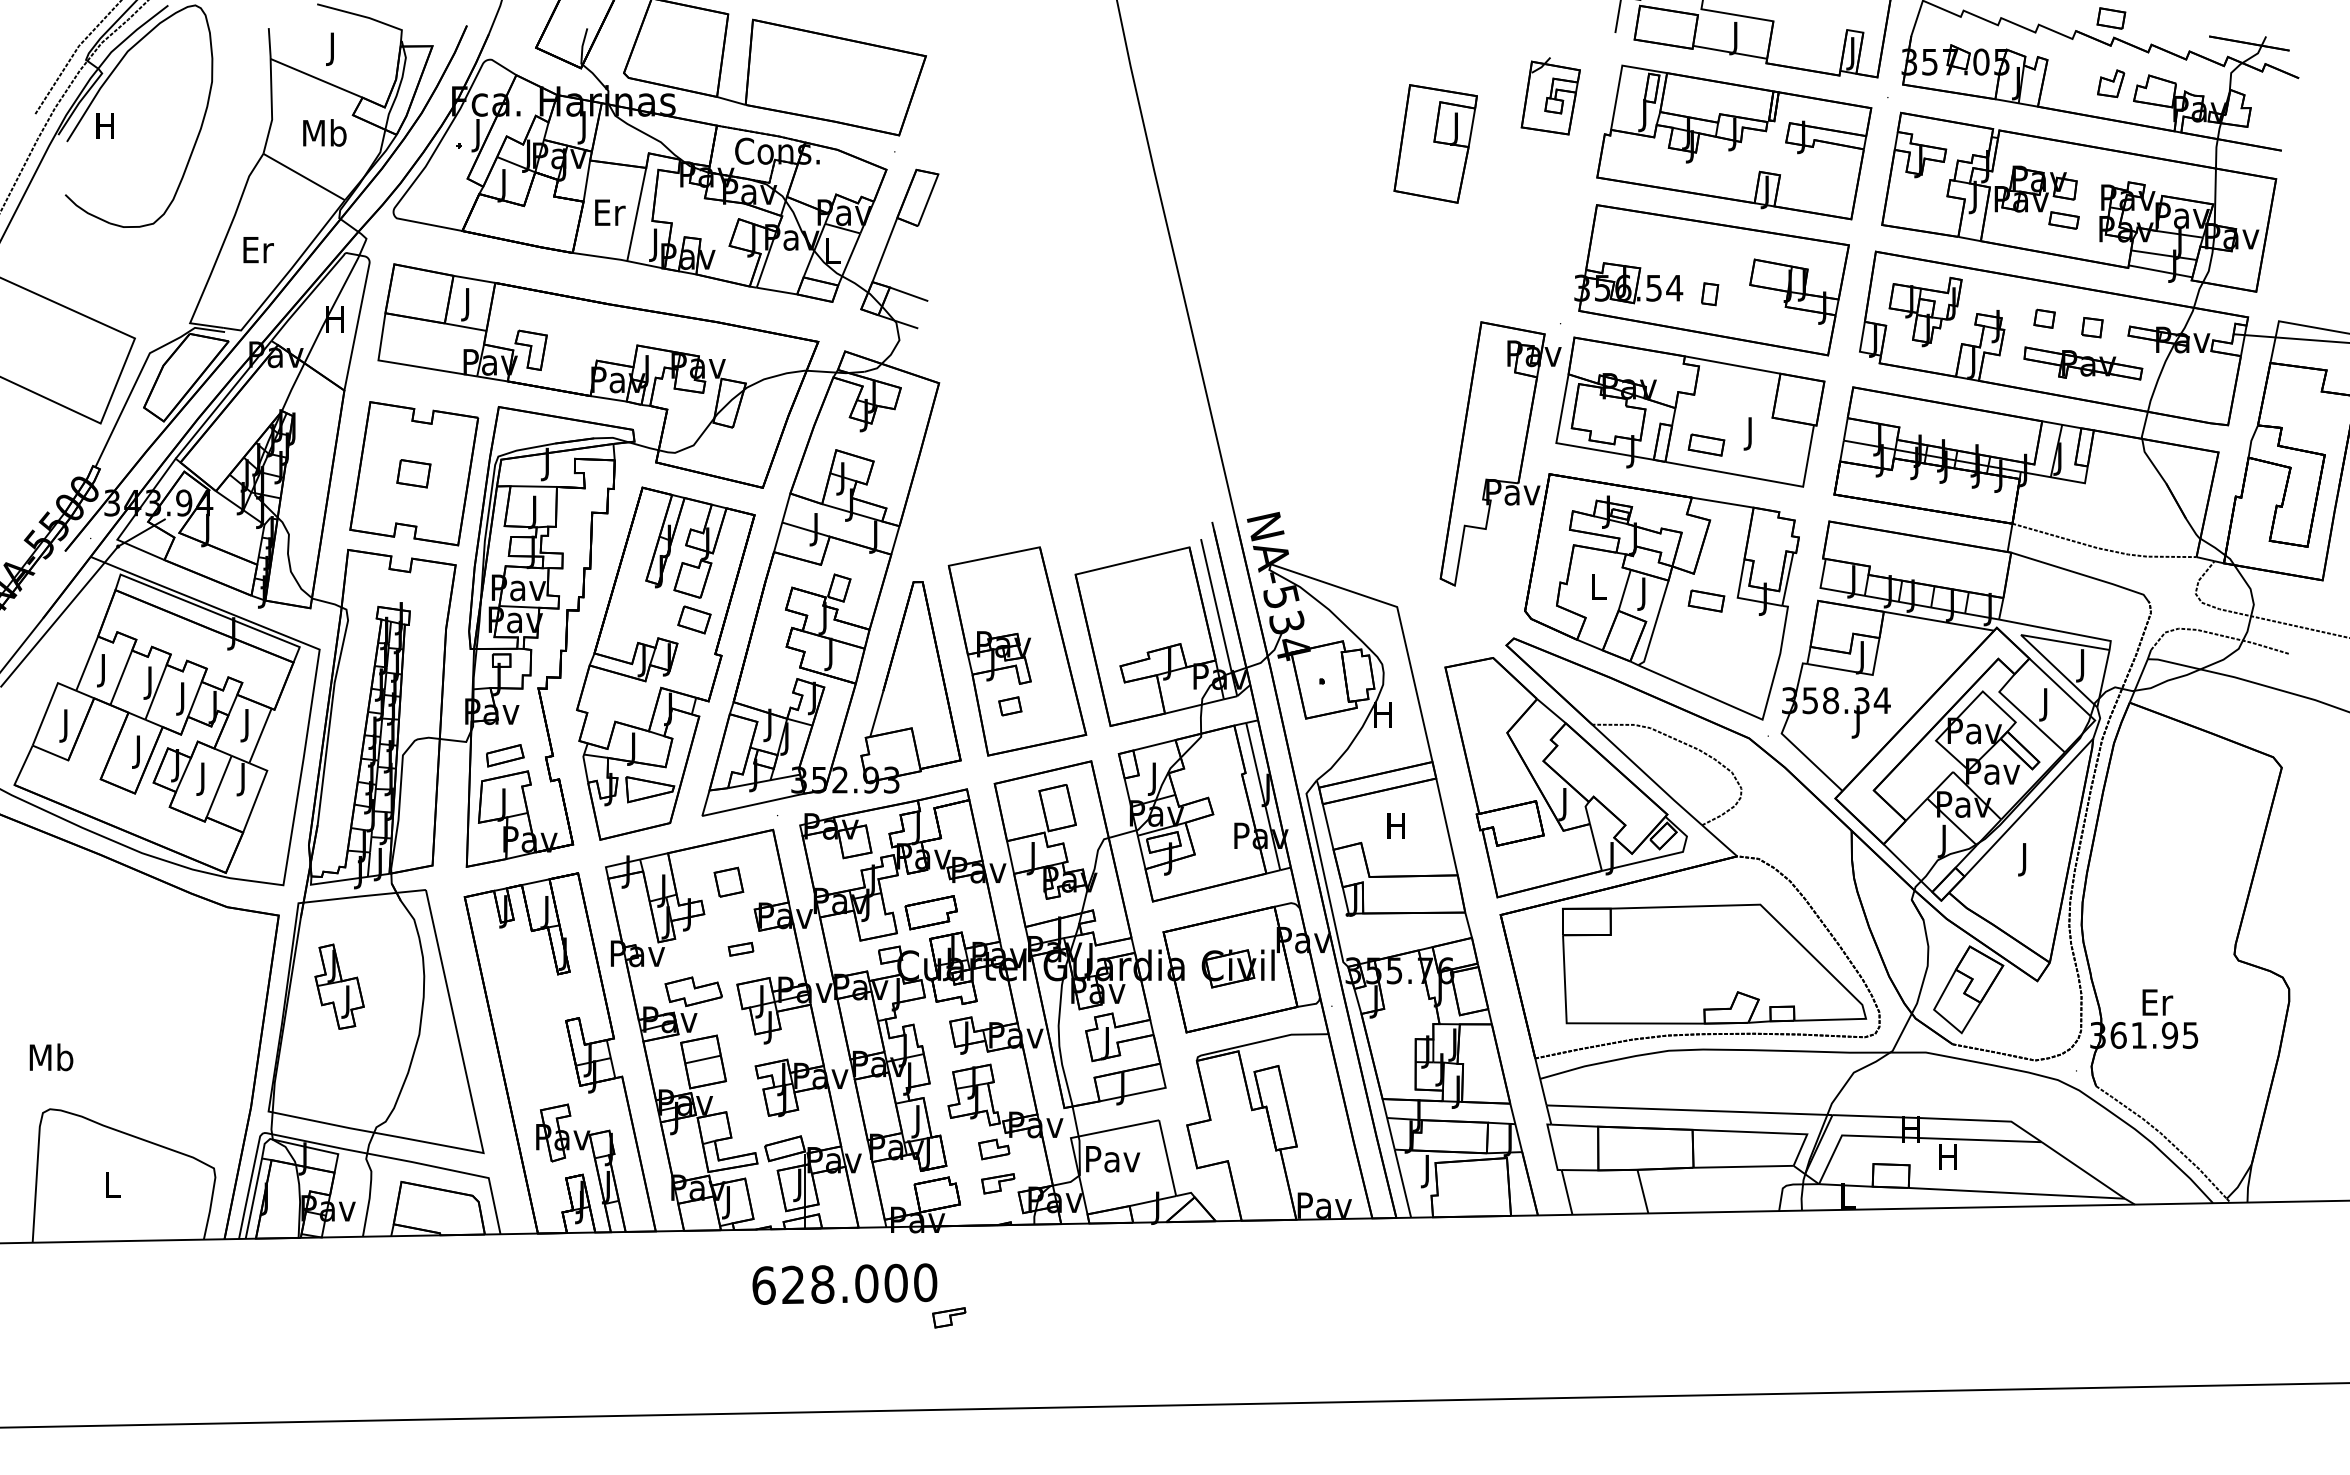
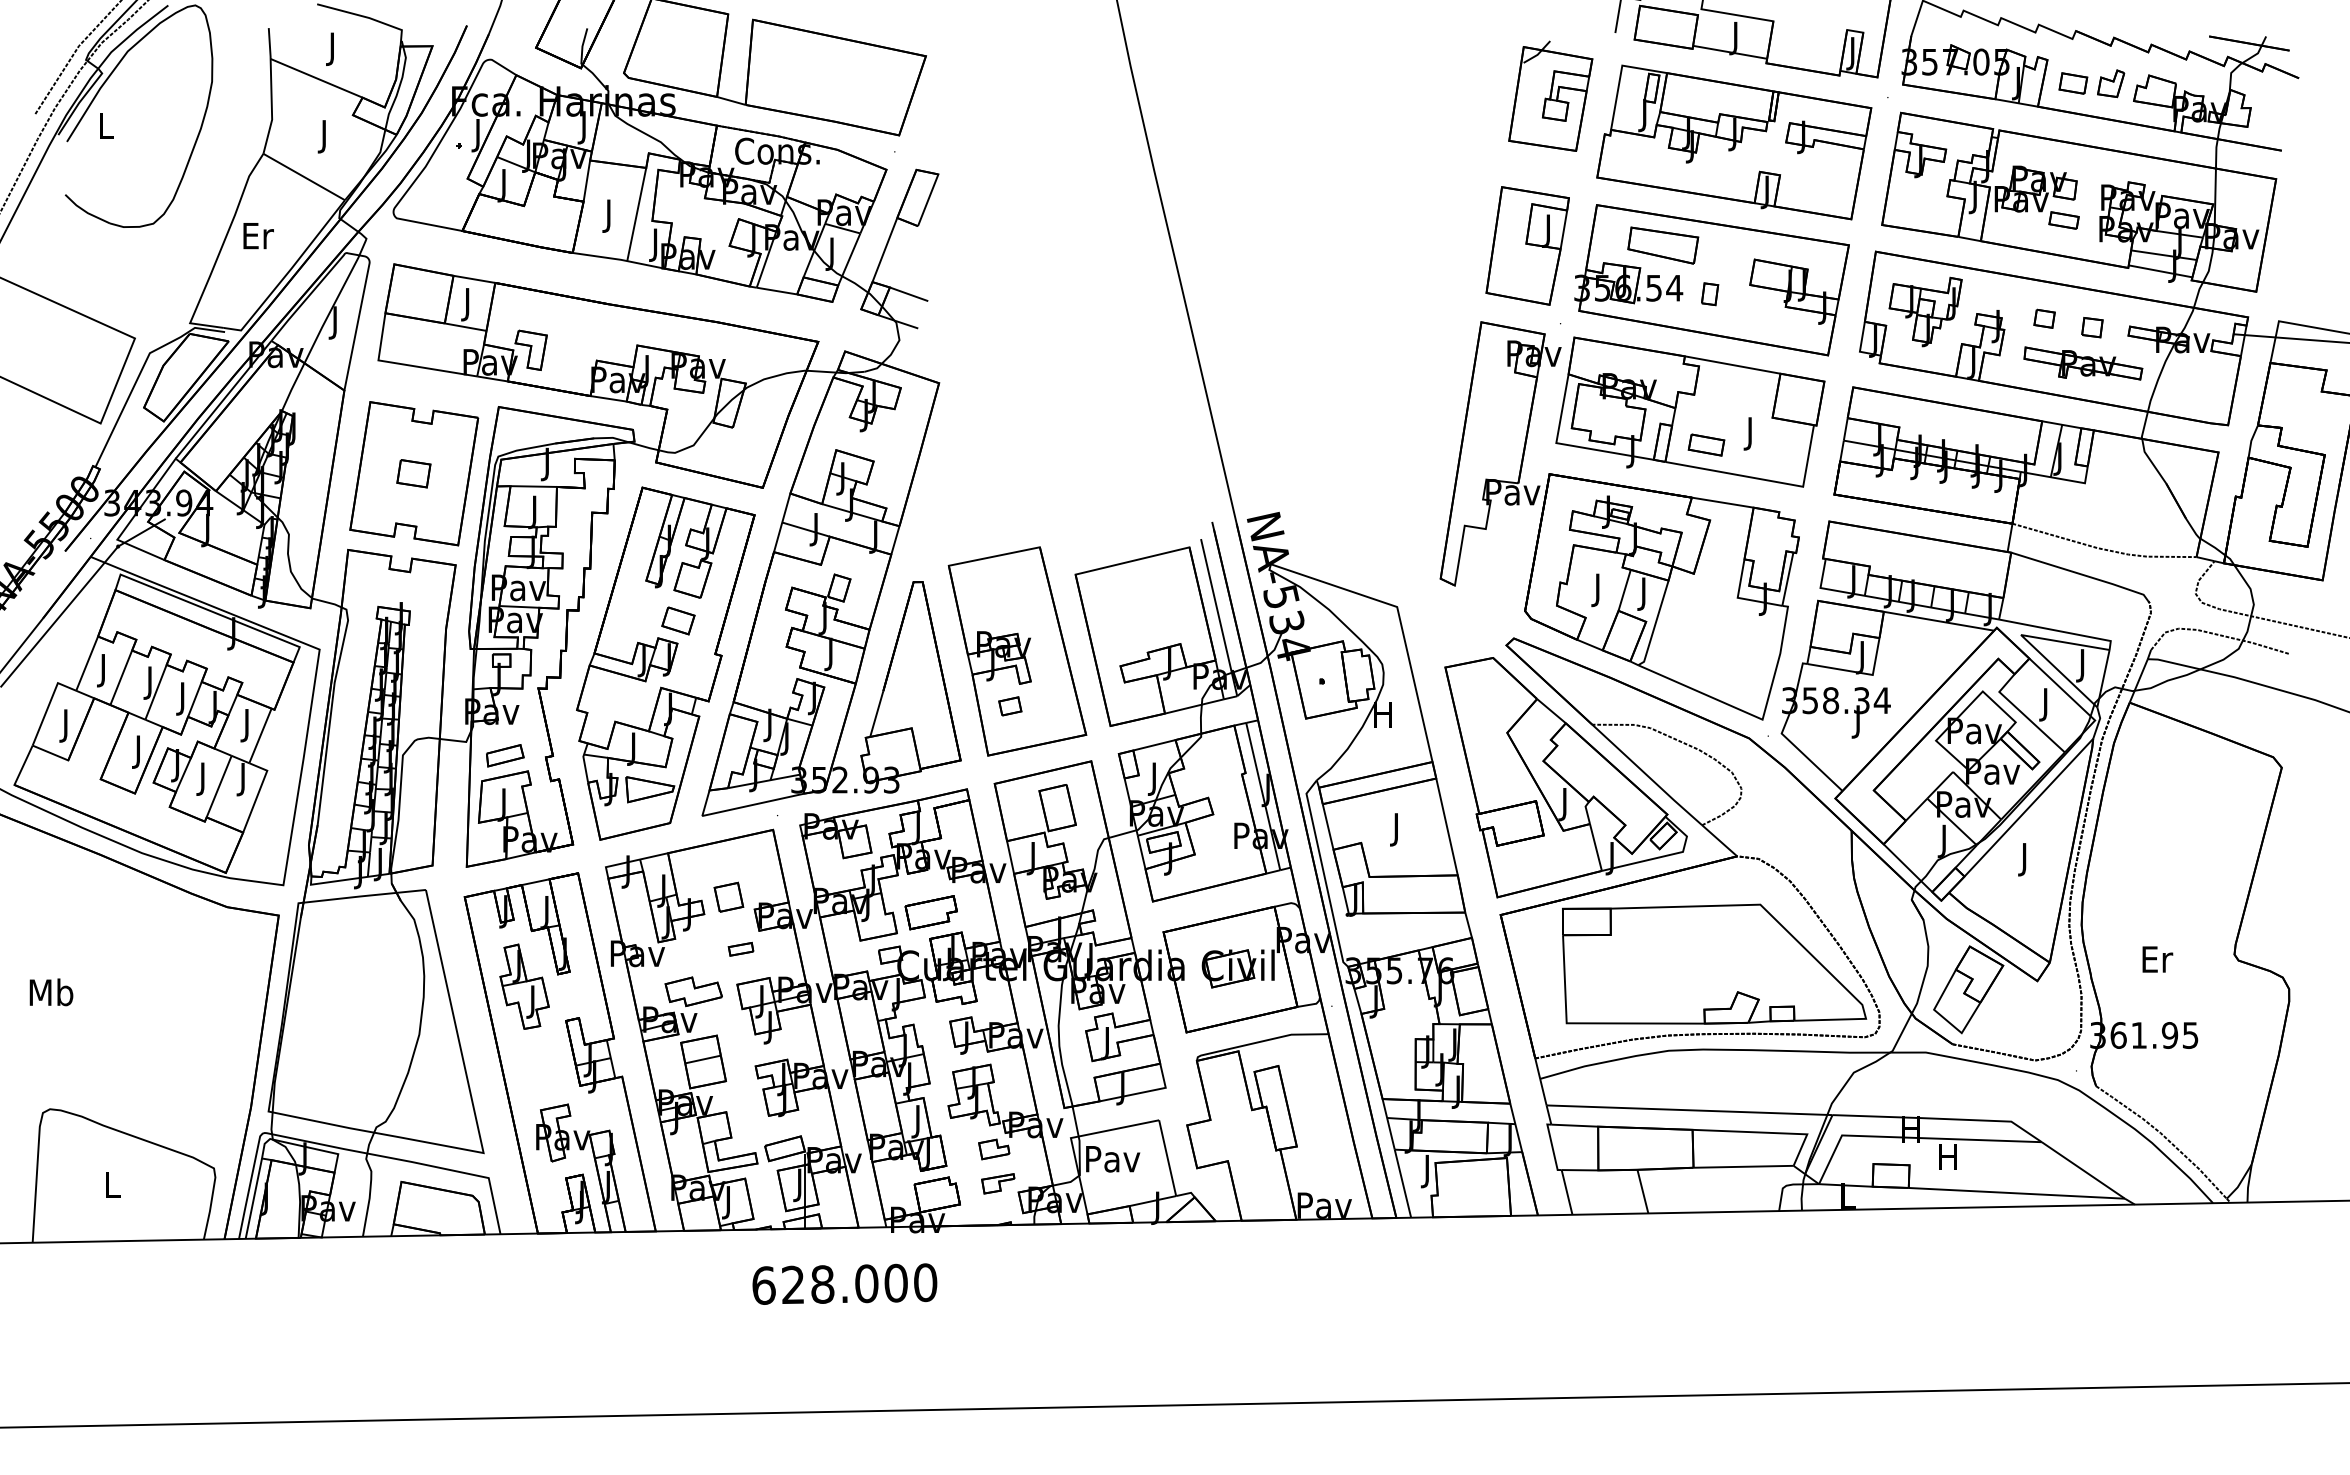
part at (2111, 18) position: (2111, 18) -> (2073, 83)
part at (1550, 96) size: 61x79 px -> 86x112 px
text at (104, 125): H -> L
text at (324, 136): Mb -> J
part at (1435, 143) position: (1435, 143) -> (1527, 245)
text at (610, 215): Er -> J
part at (1663, 245): none -> present
text at (258, 250) position: (258, 250) -> (258, 236)
text at (832, 253): L -> J
text at (334, 322): H -> J
text at (1598, 590): L -> J
part at (1706, 600): present -> none
part at (694, 619) position: (694, 619) -> (678, 620)
text at (1395, 829): H -> J
part at (728, 881) position: (728, 881) -> (728, 896)
part at (339, 986) position: (339, 986) -> (524, 986)
text at (2157, 1002) position: (2157, 1002) -> (2157, 959)
text at (51, 1057) position: (51, 1057) -> (51, 992)
part at (949, 1317): present -> none
